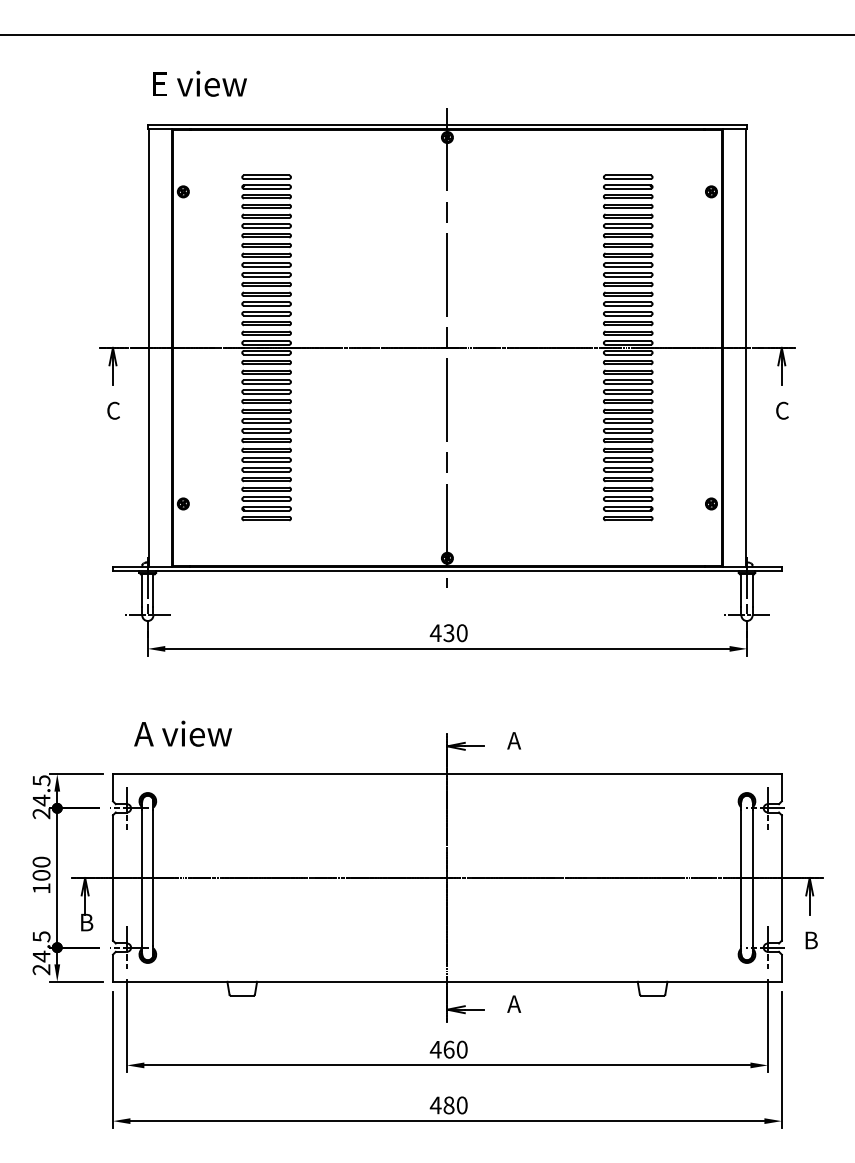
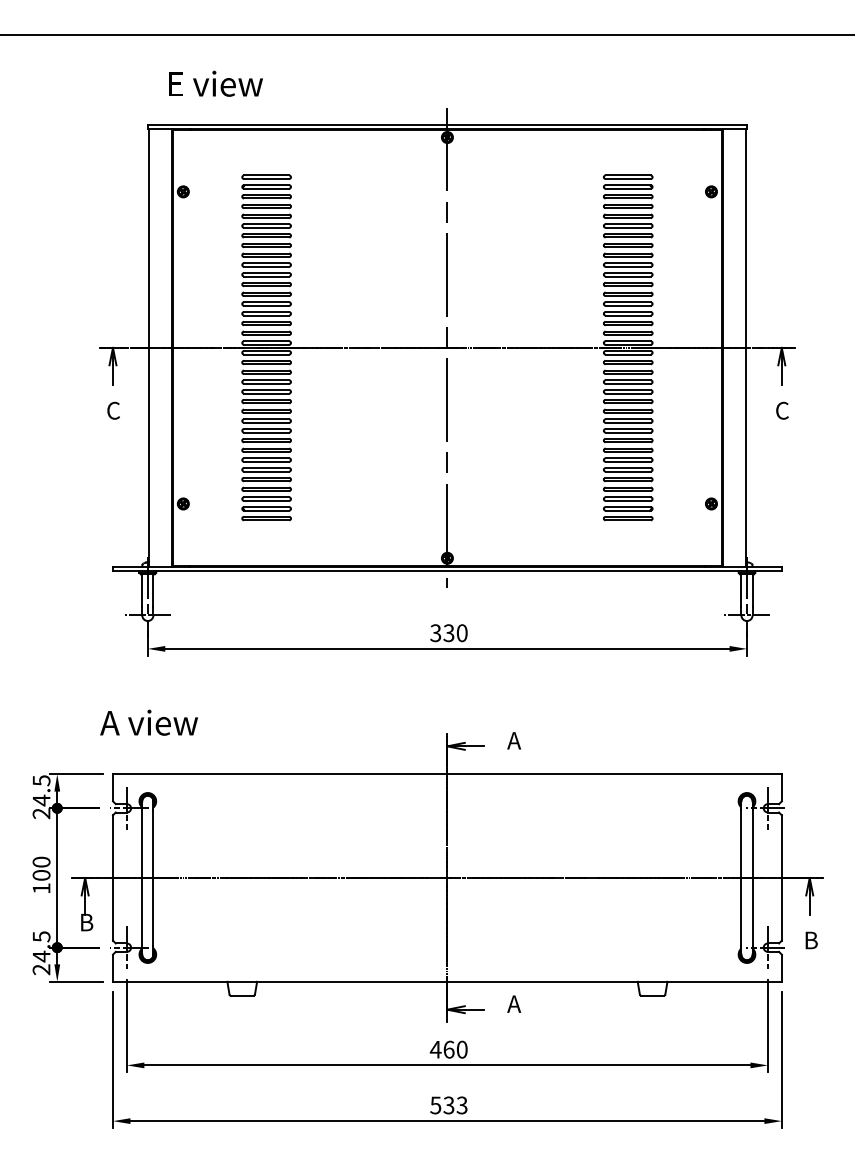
text at (199, 83) position: (199, 83) -> (215, 83)
text at (435, 633): 430 -> 330
text at (182, 733) position: (182, 733) -> (148, 722)
text at (448, 1105): 480 -> 533
